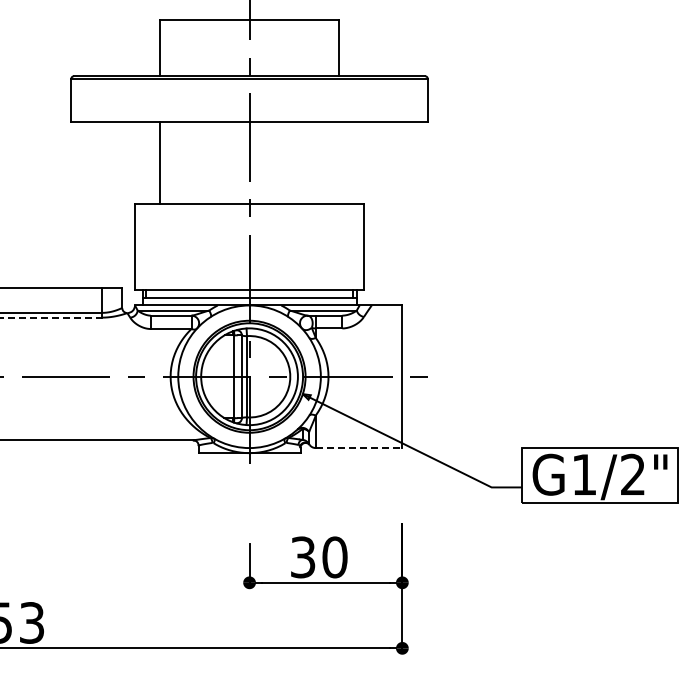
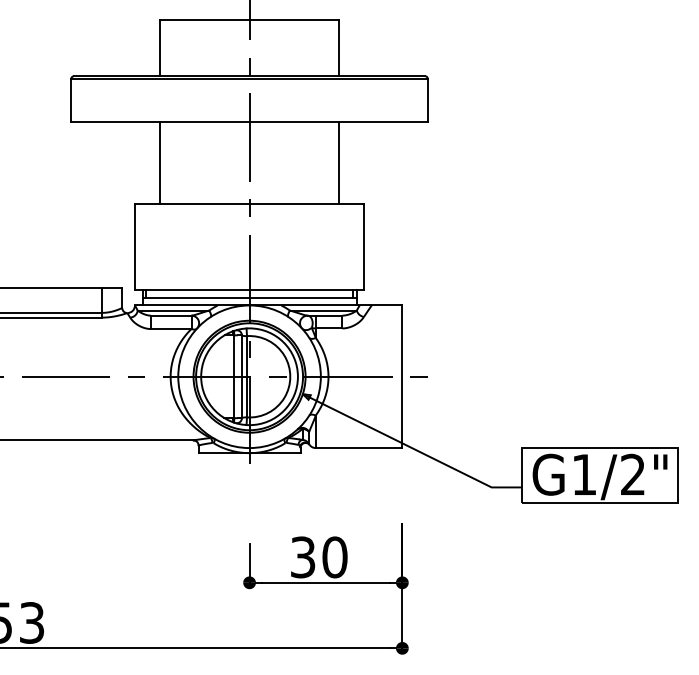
line at (339, 162): none -> present
line at (51, 317): dashed -> solid
line at (359, 448): dashed -> solid
